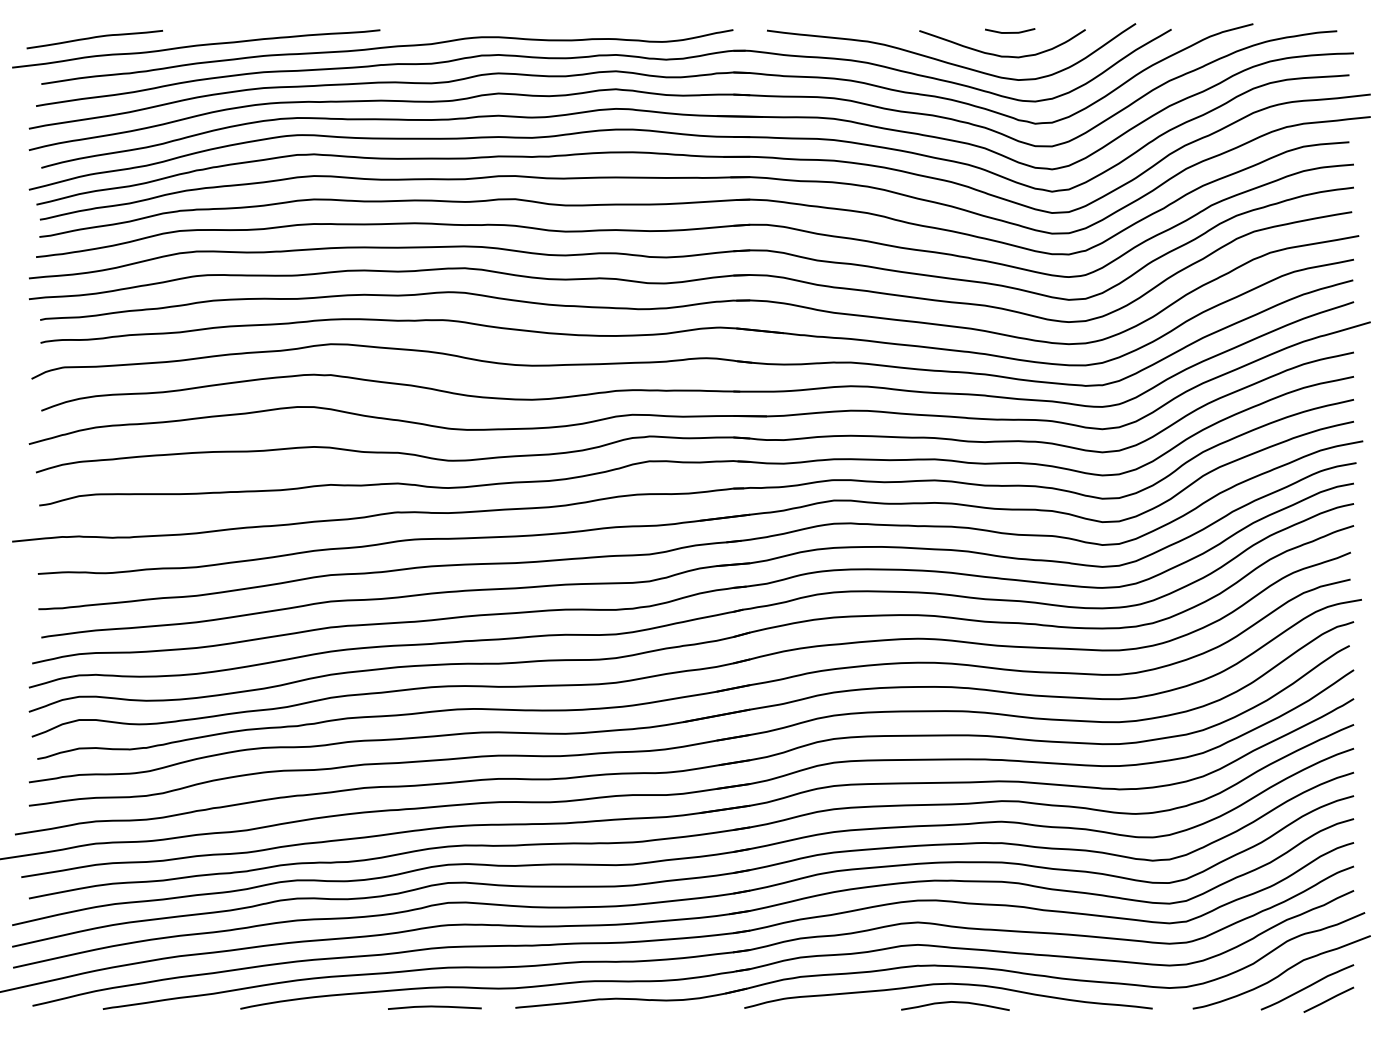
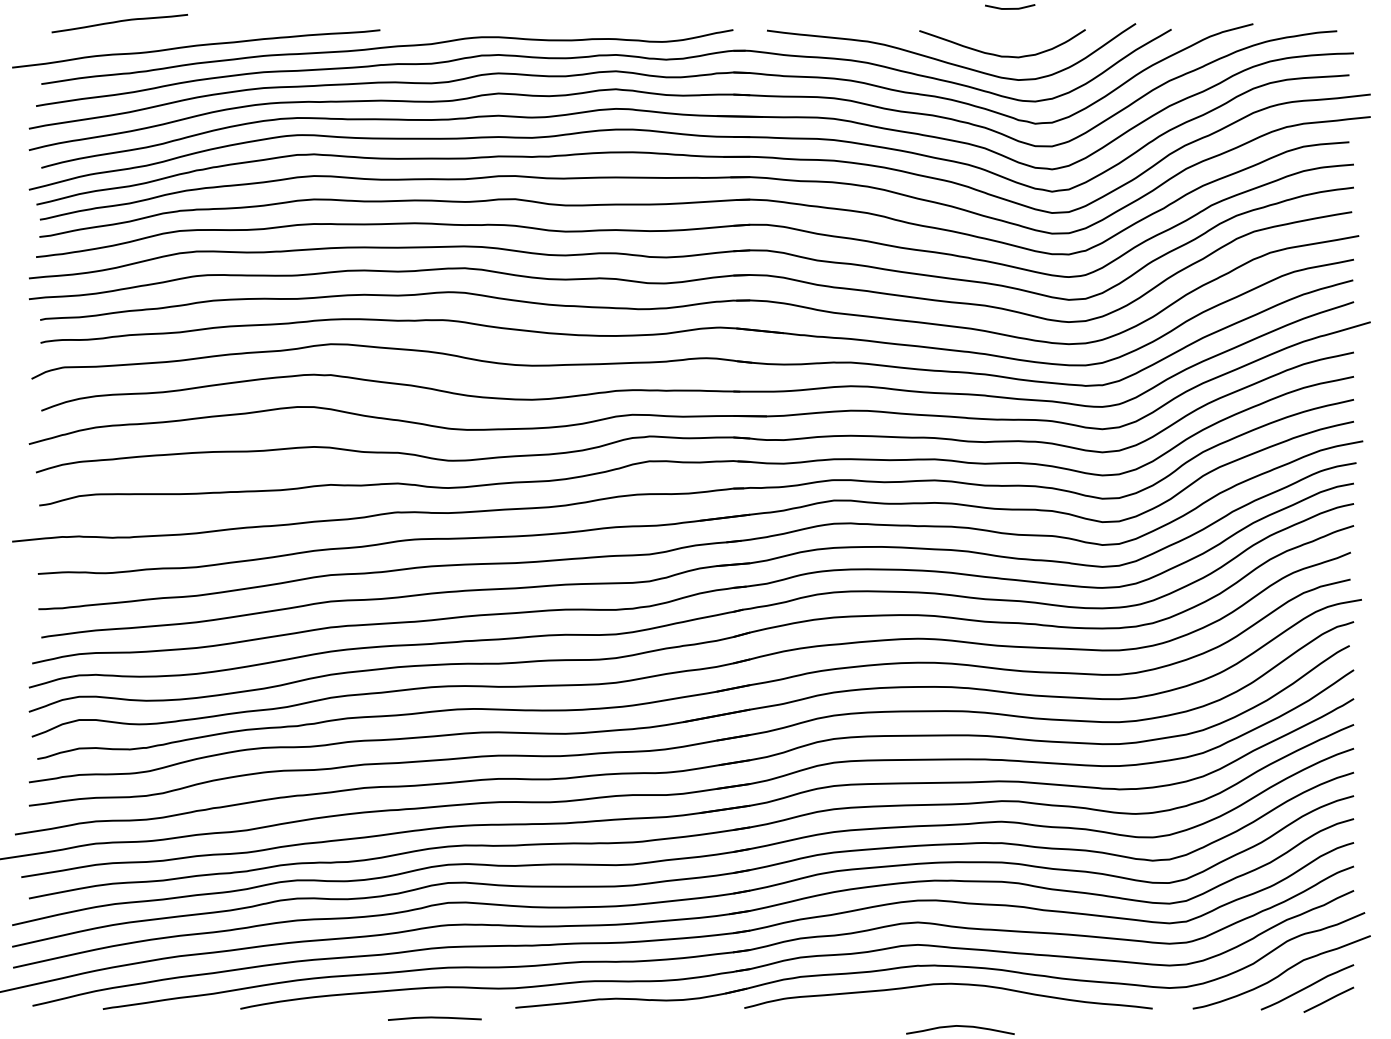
curve at (1010, 32) position: (1010, 32) -> (1010, 8)
curve at (94, 38) position: (94, 38) -> (119, 22)
curve at (956, 1003) position: (956, 1003) -> (961, 1027)
curve at (434, 1007) position: (434, 1007) -> (434, 1018)
